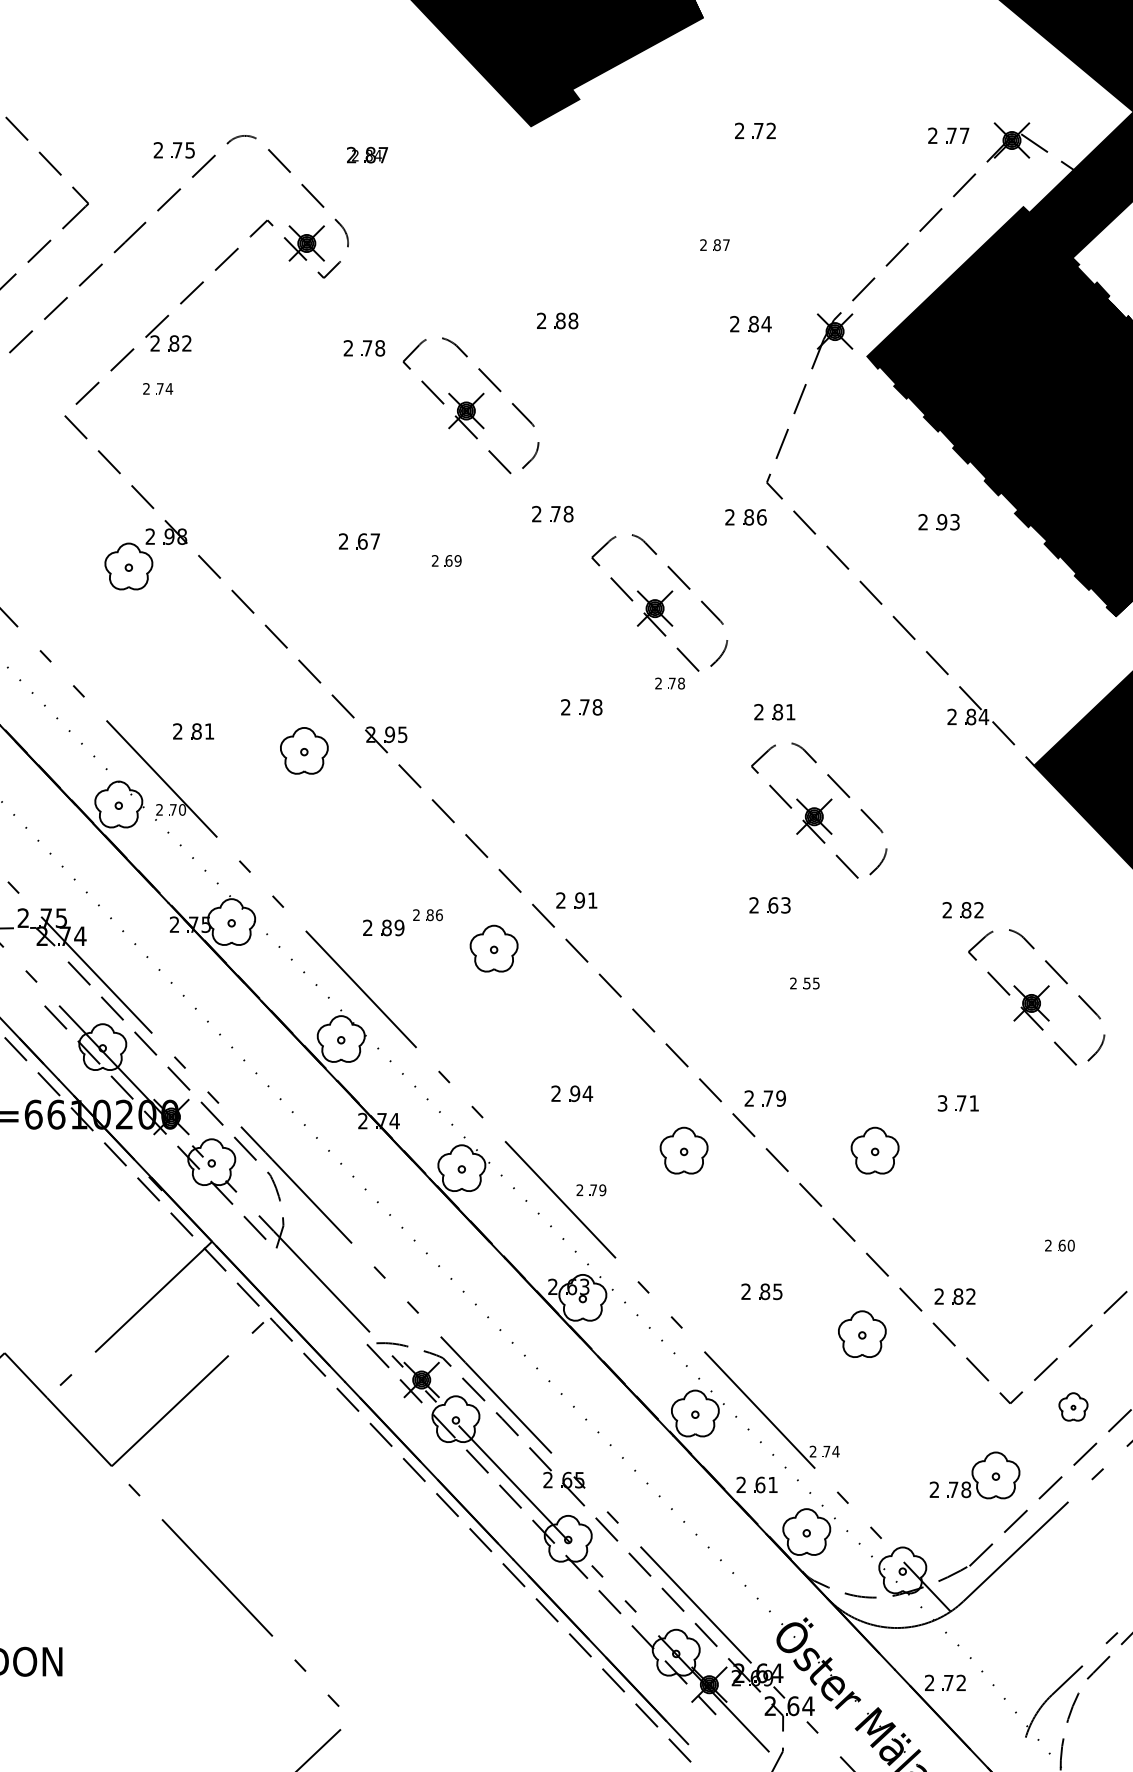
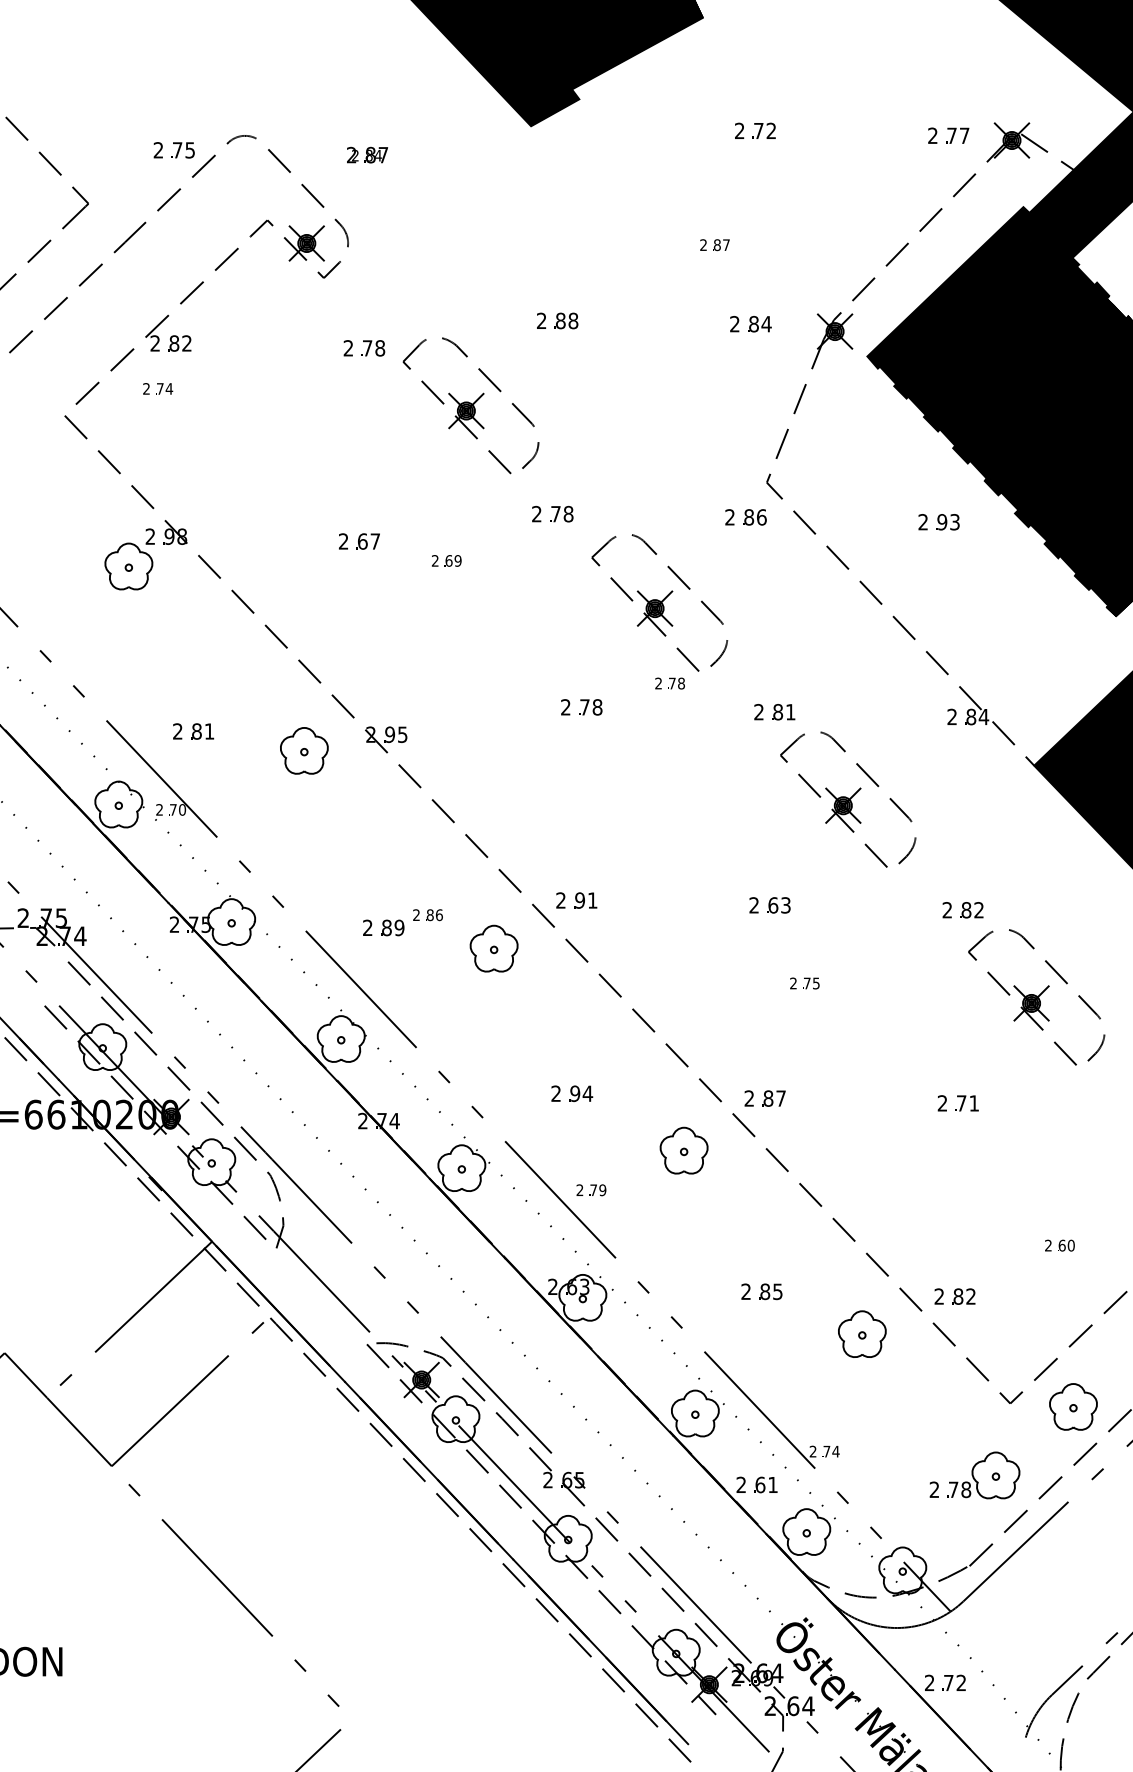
part at (819, 810) position: (819, 810) -> (848, 799)
text at (807, 983): 55 -> 75
text at (774, 1098): 79 -> 87
text at (942, 1103): 3 -> 2
part at (874, 1150): present -> none
part at (1073, 1406) size: 31x30 px -> 49x48 px
